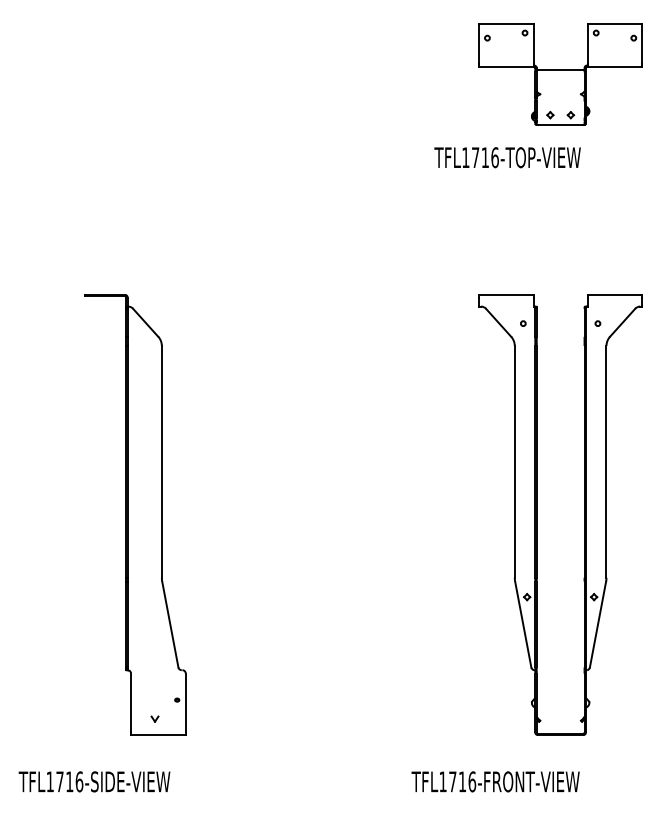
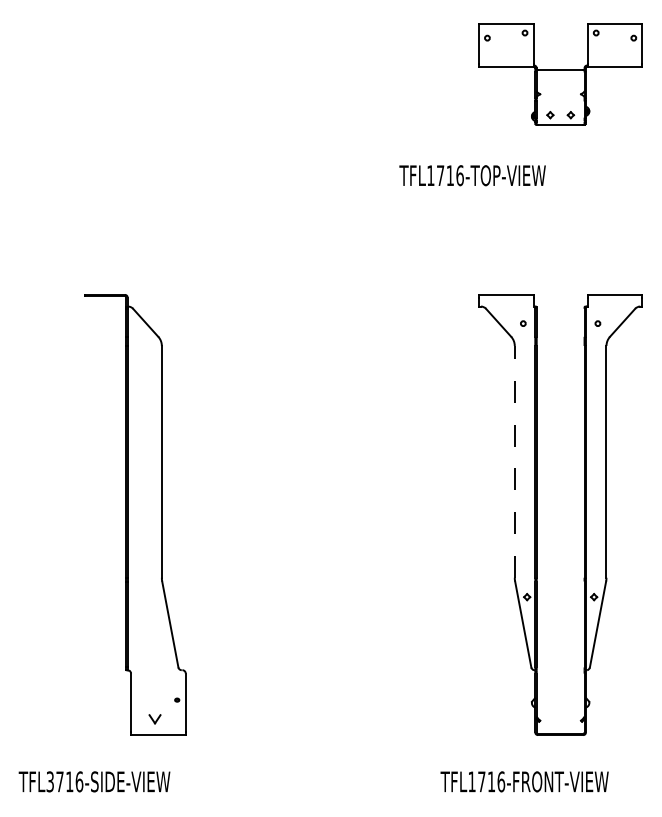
text at (507, 157) position: (507, 157) -> (472, 175)
line at (514, 461): solid -> dashed
part at (154, 718) size: 10x8 px -> 14x11 px
text at (49, 781): TFL1716-SIDE-VIEW -> TFL3716-SIDE-VIEW
text at (495, 781) position: (495, 781) -> (524, 781)
